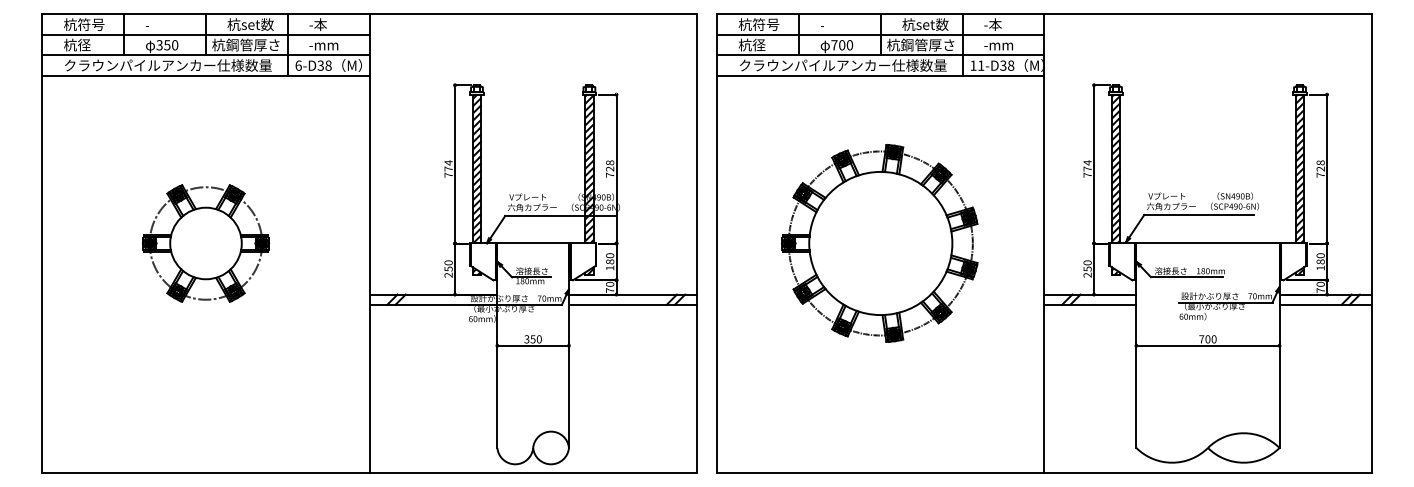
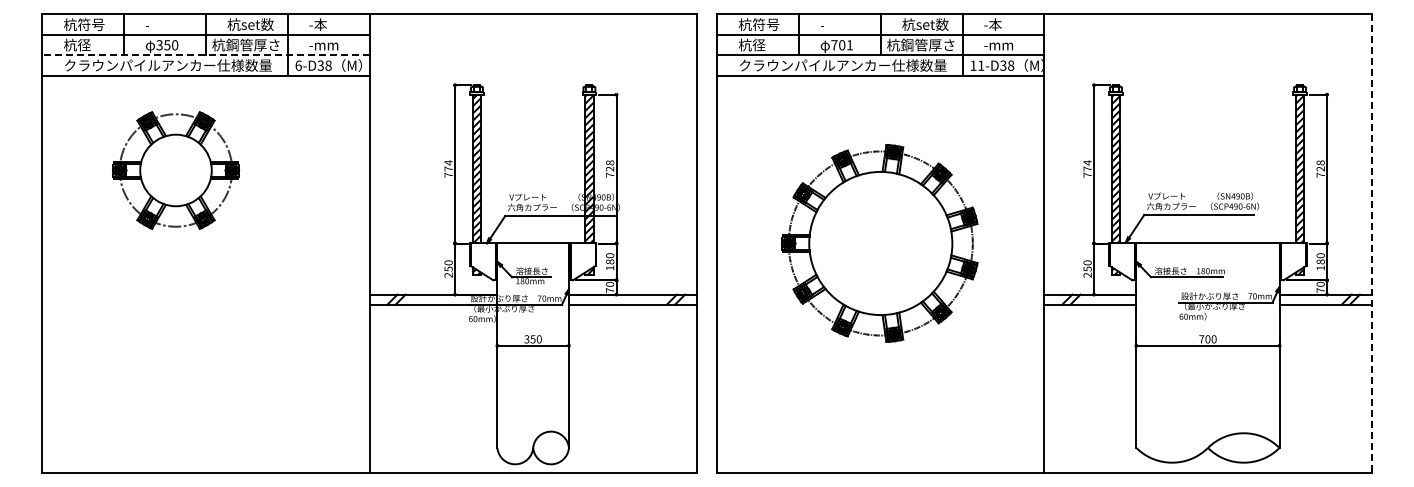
text at (849, 45): 700 -> 701
line at (206, 55): solid -> dashed
part at (205, 243) position: (205, 243) -> (175, 170)
line at (1371, 243): solid -> dashed
